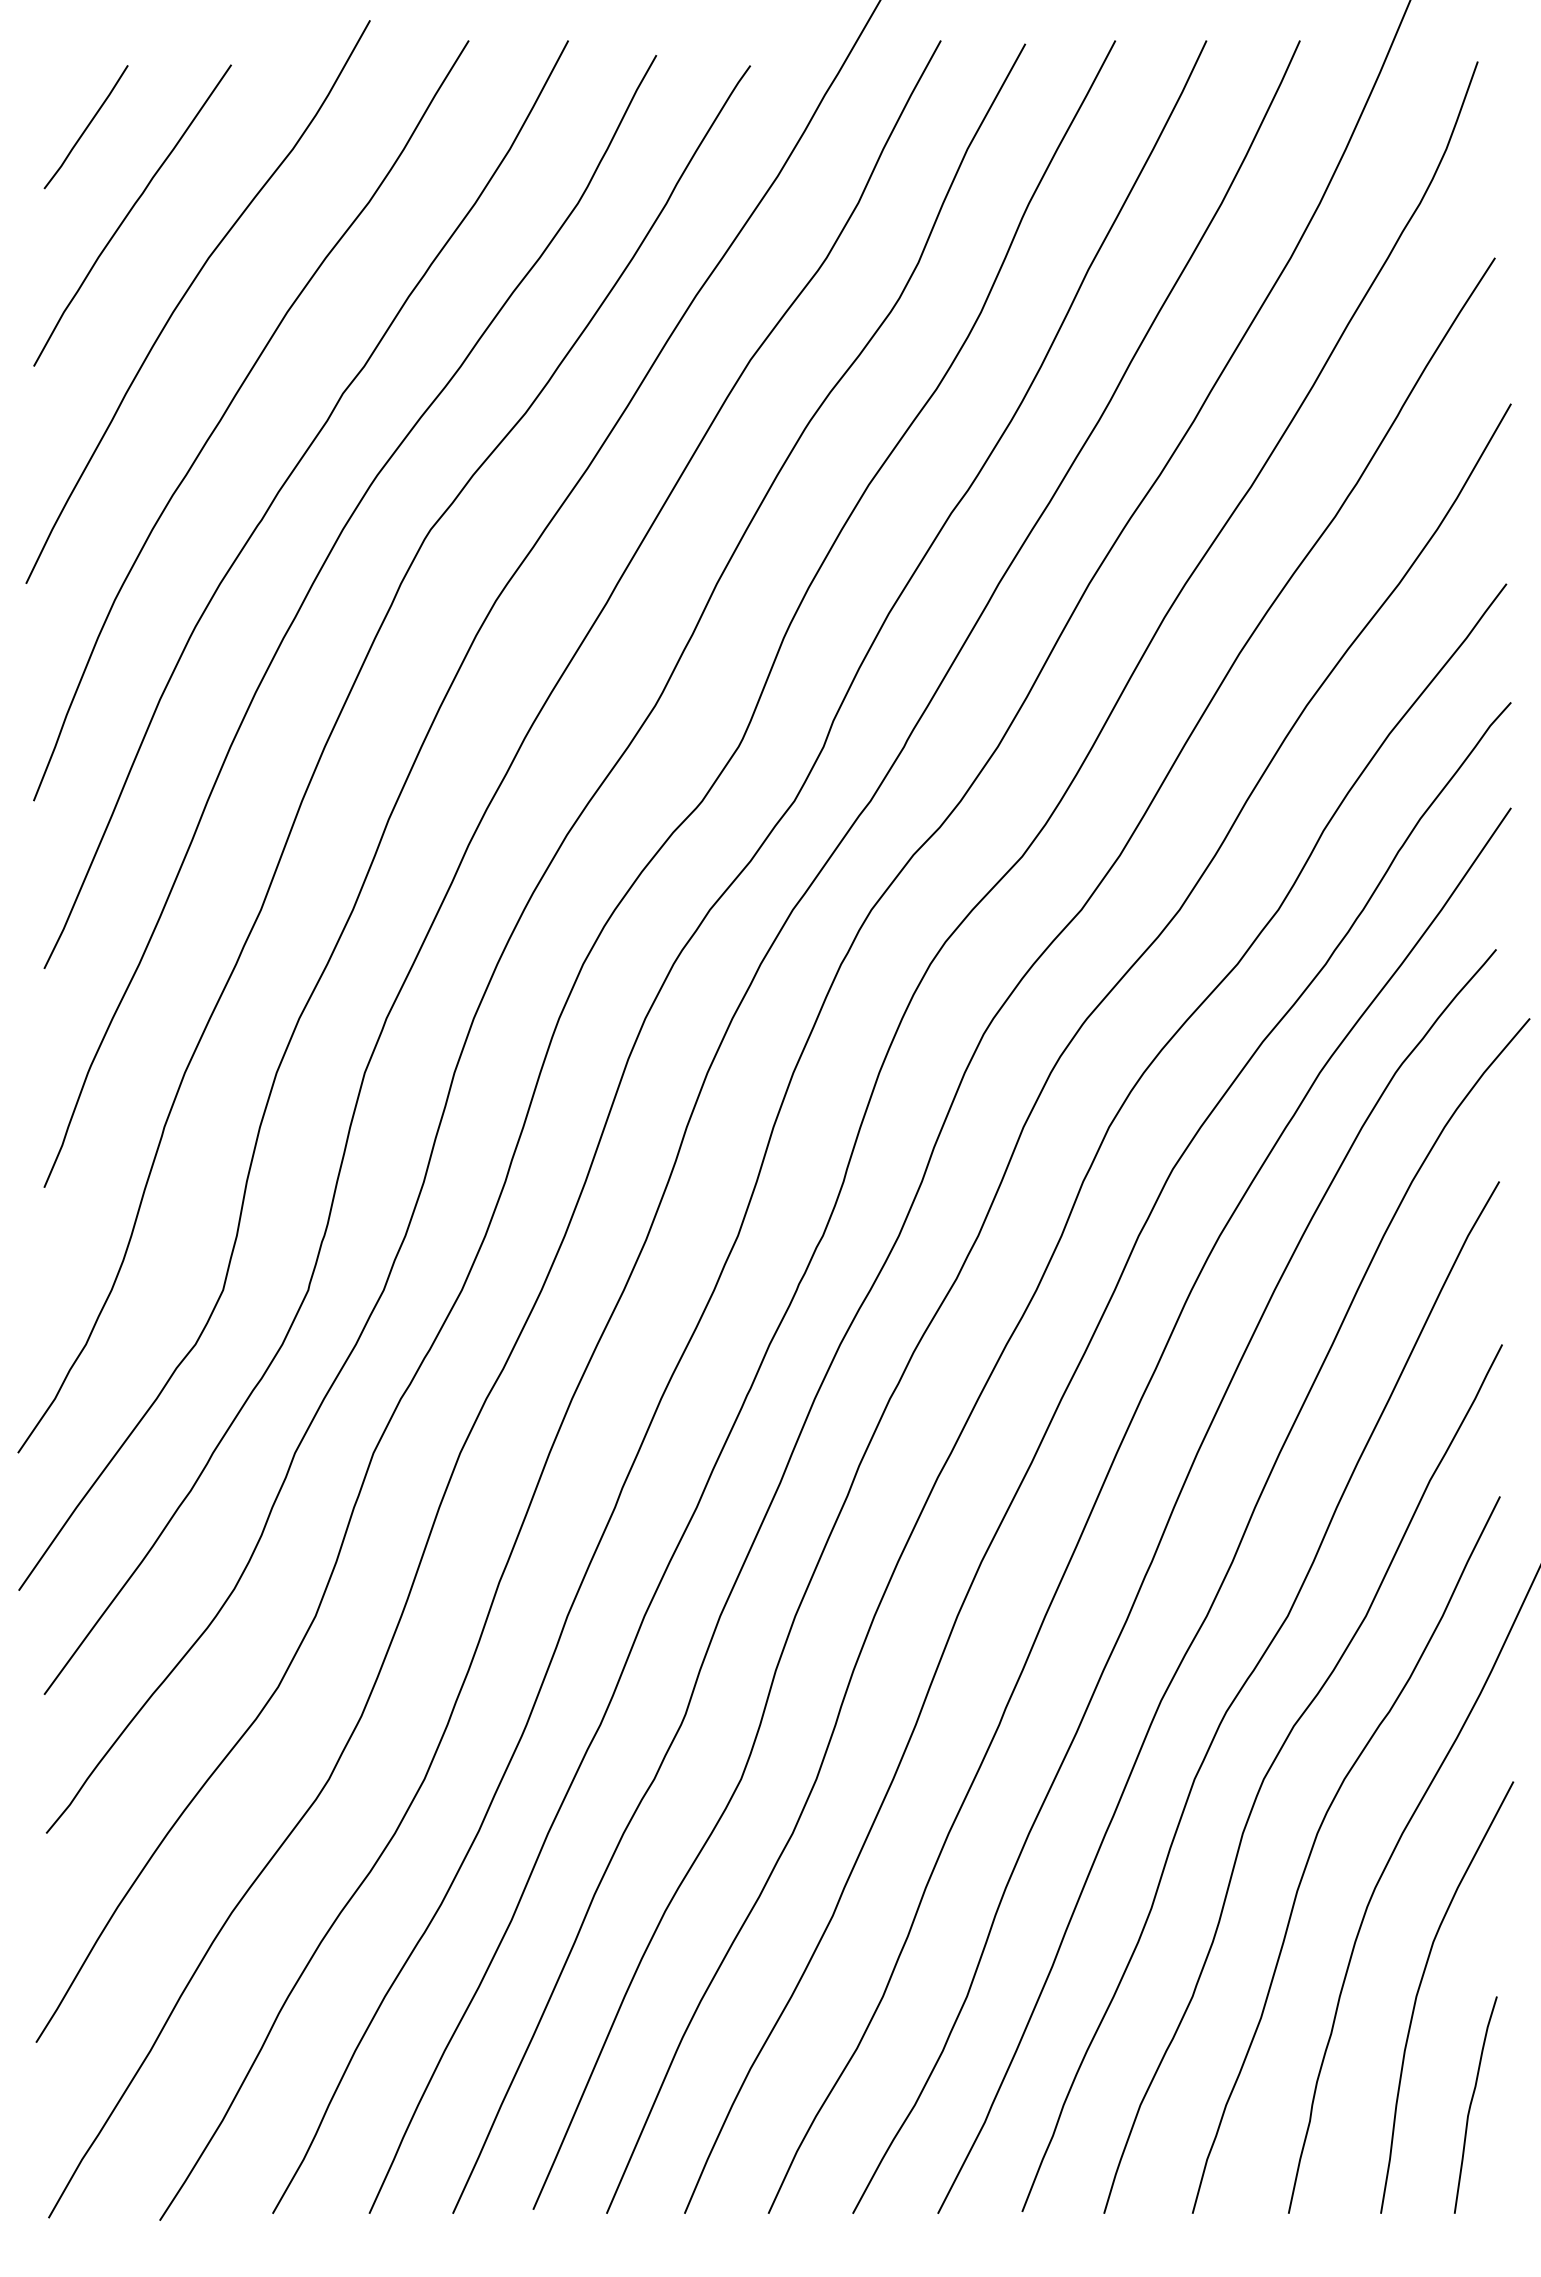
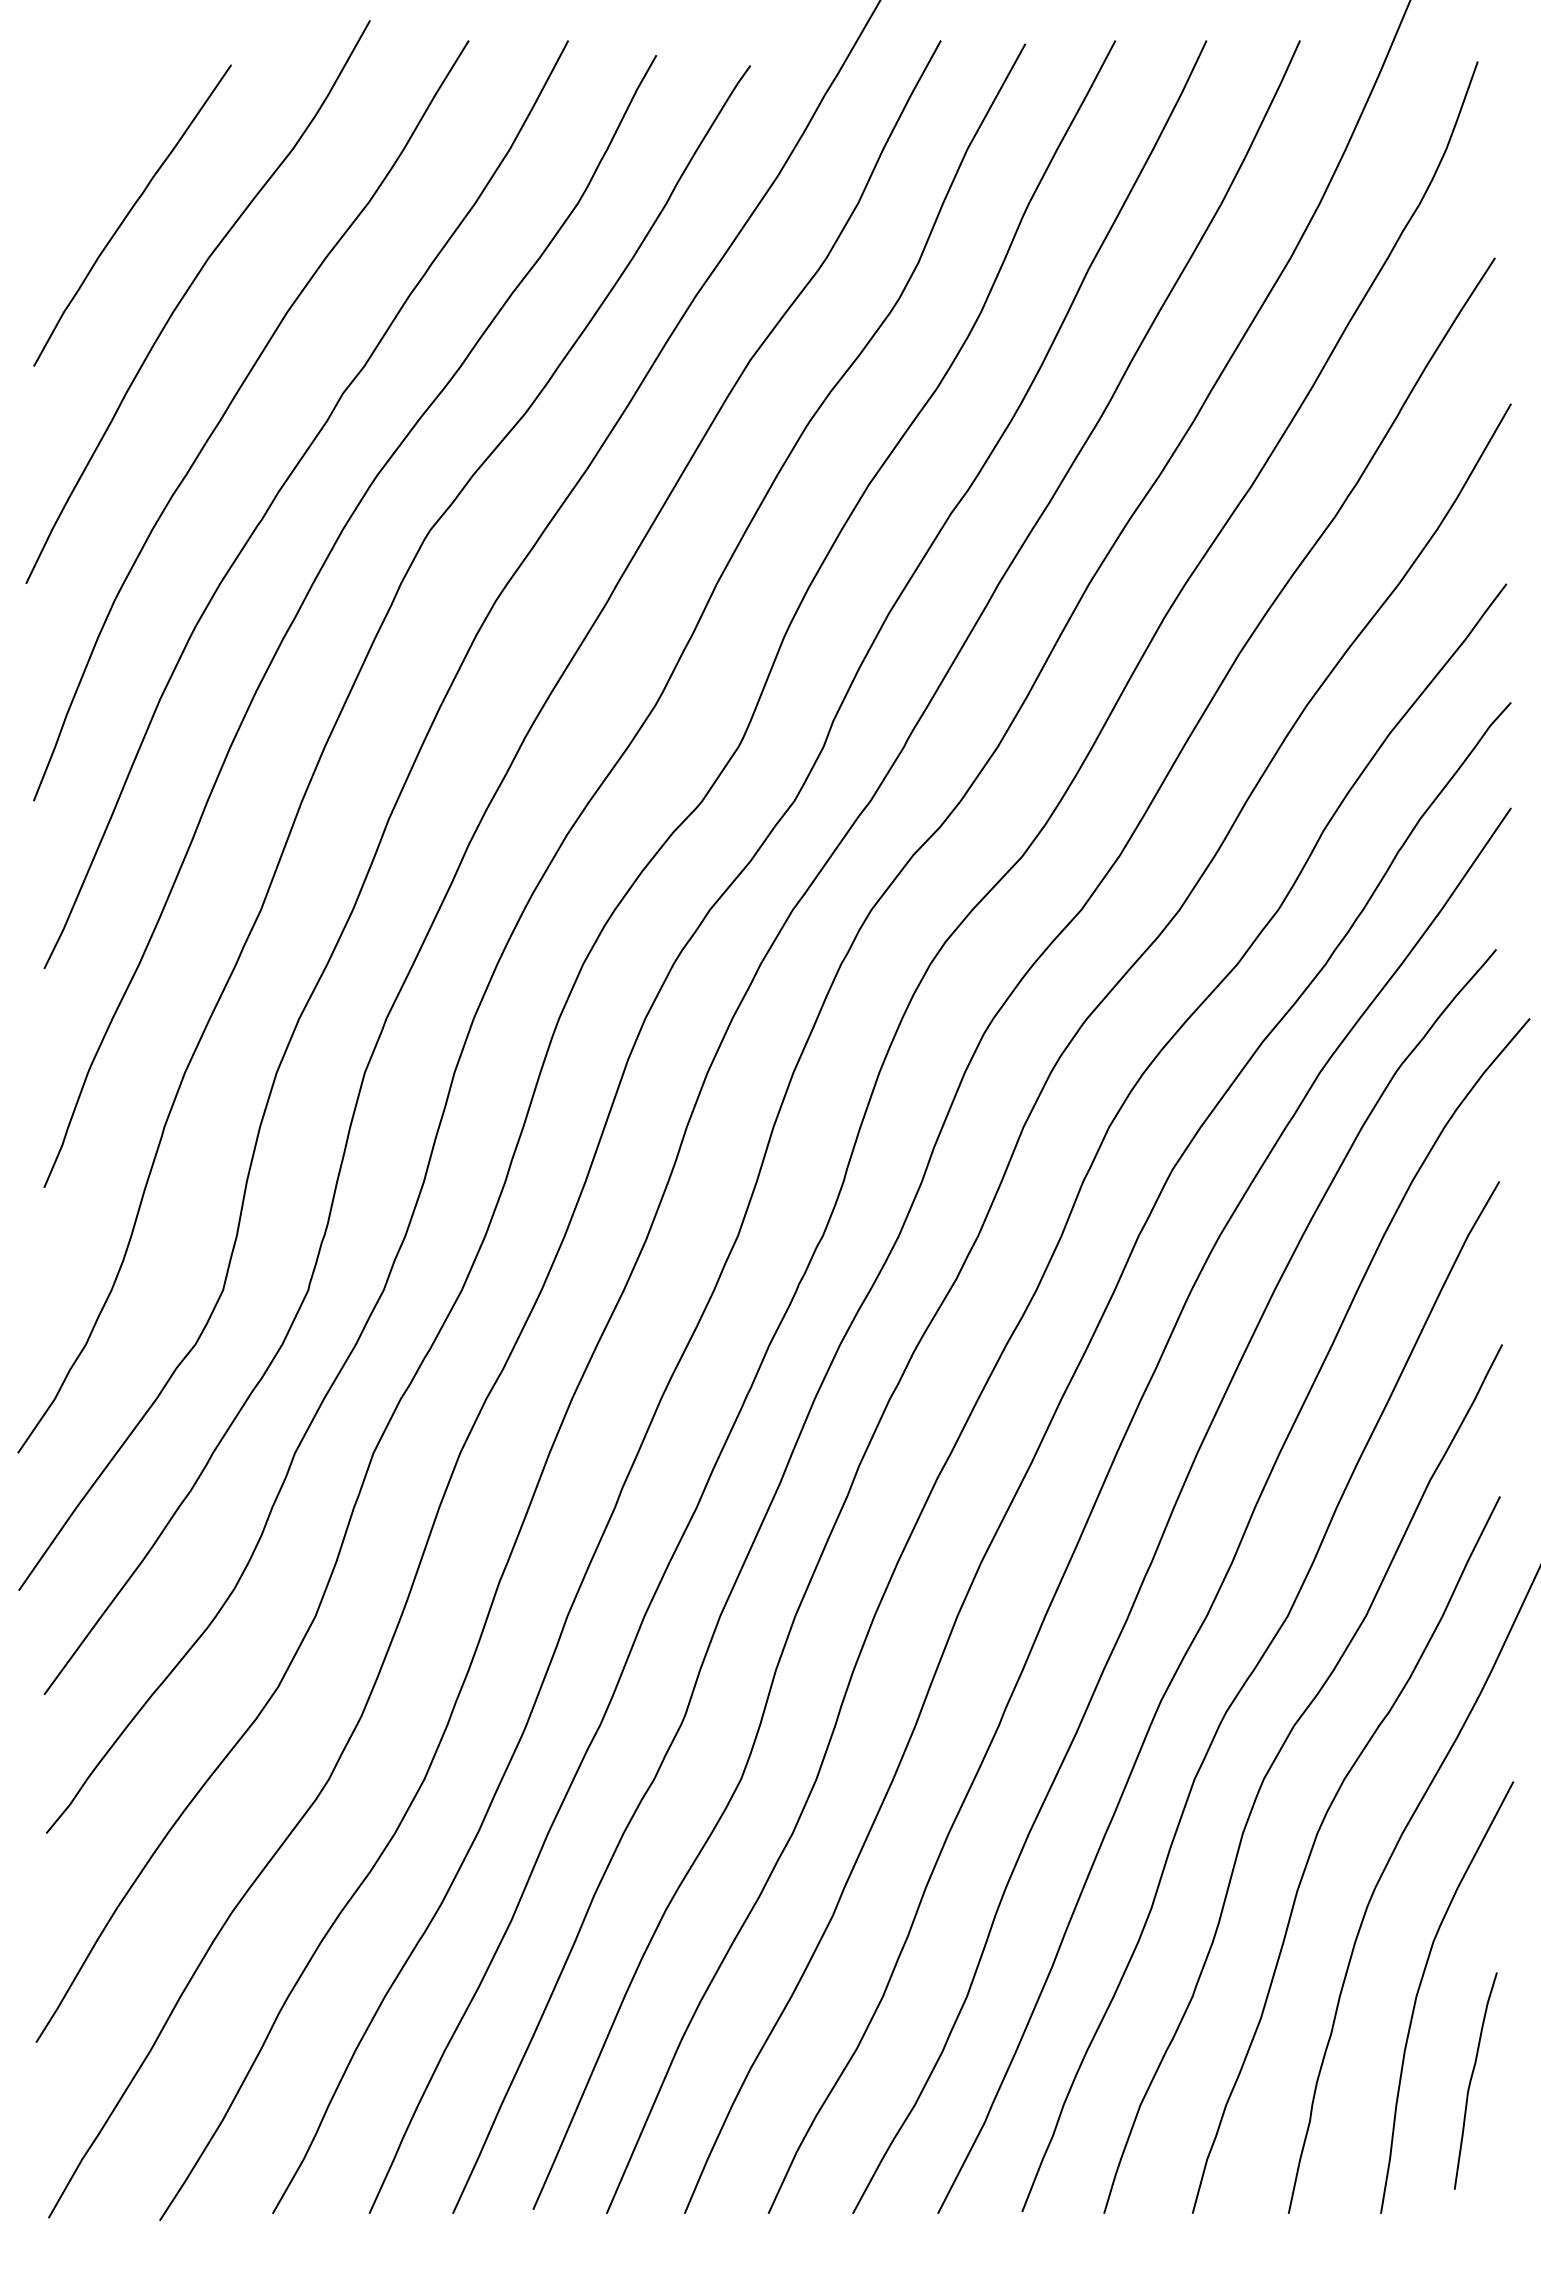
line at (85, 127): present -> none
curve at (1472, 2102) position: (1472, 2102) -> (1472, 2078)
